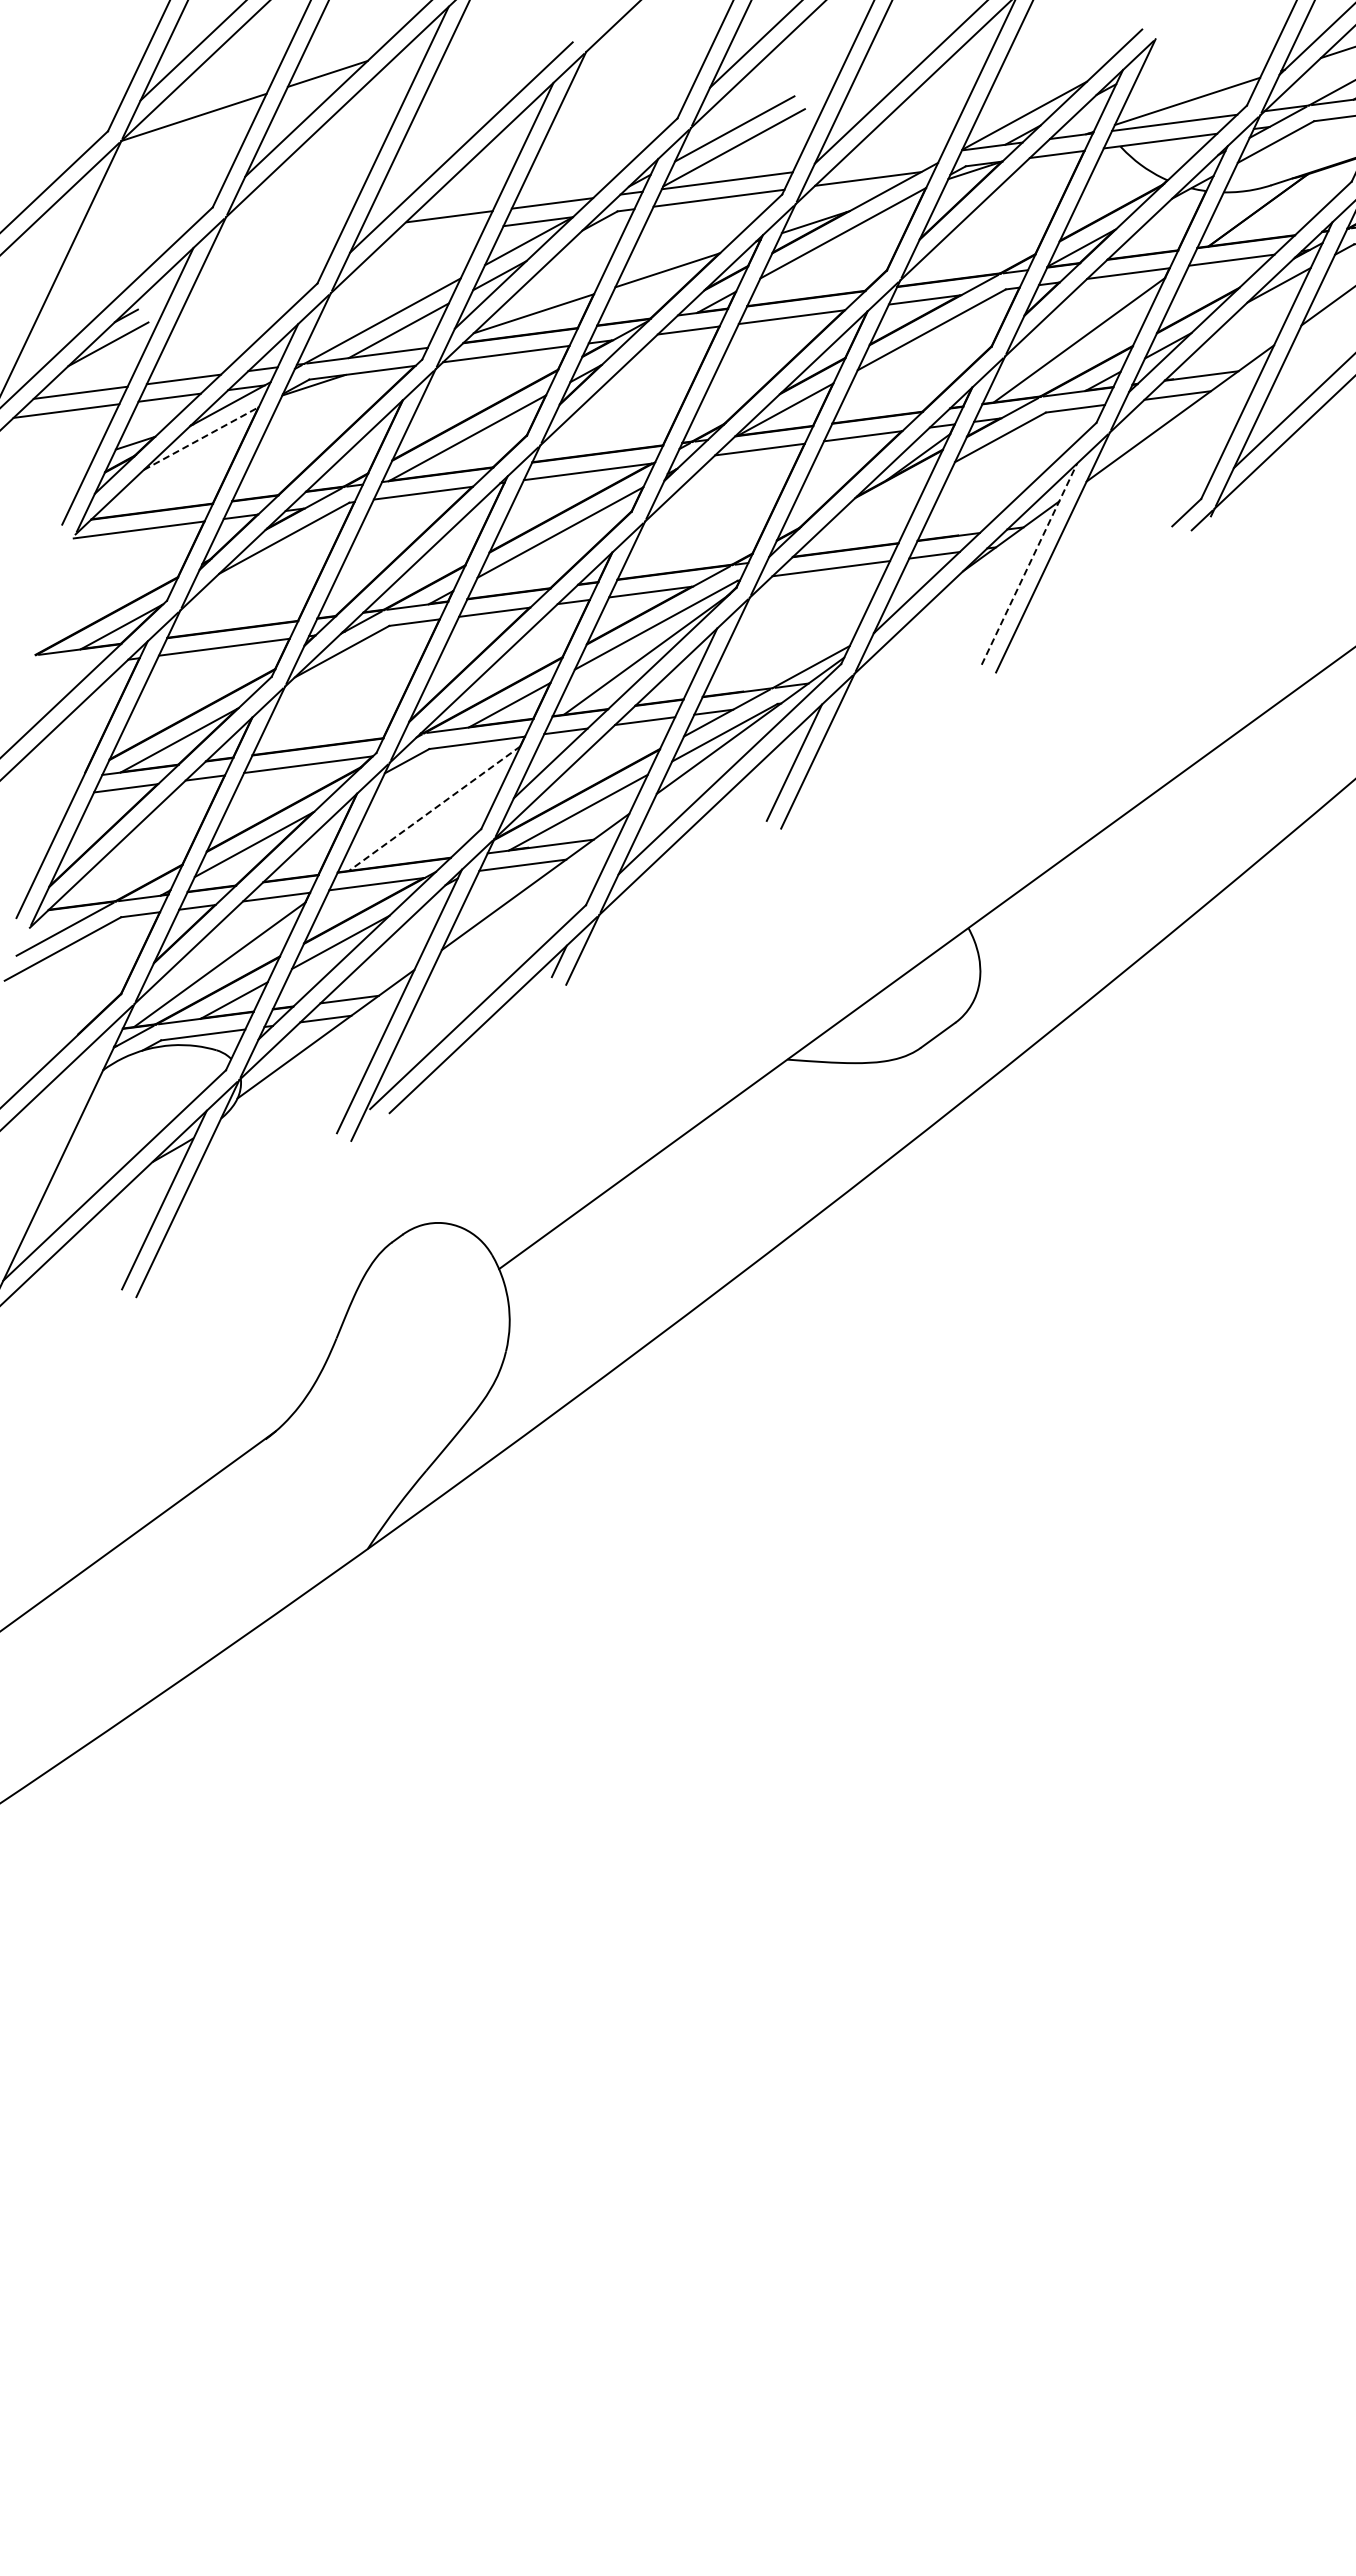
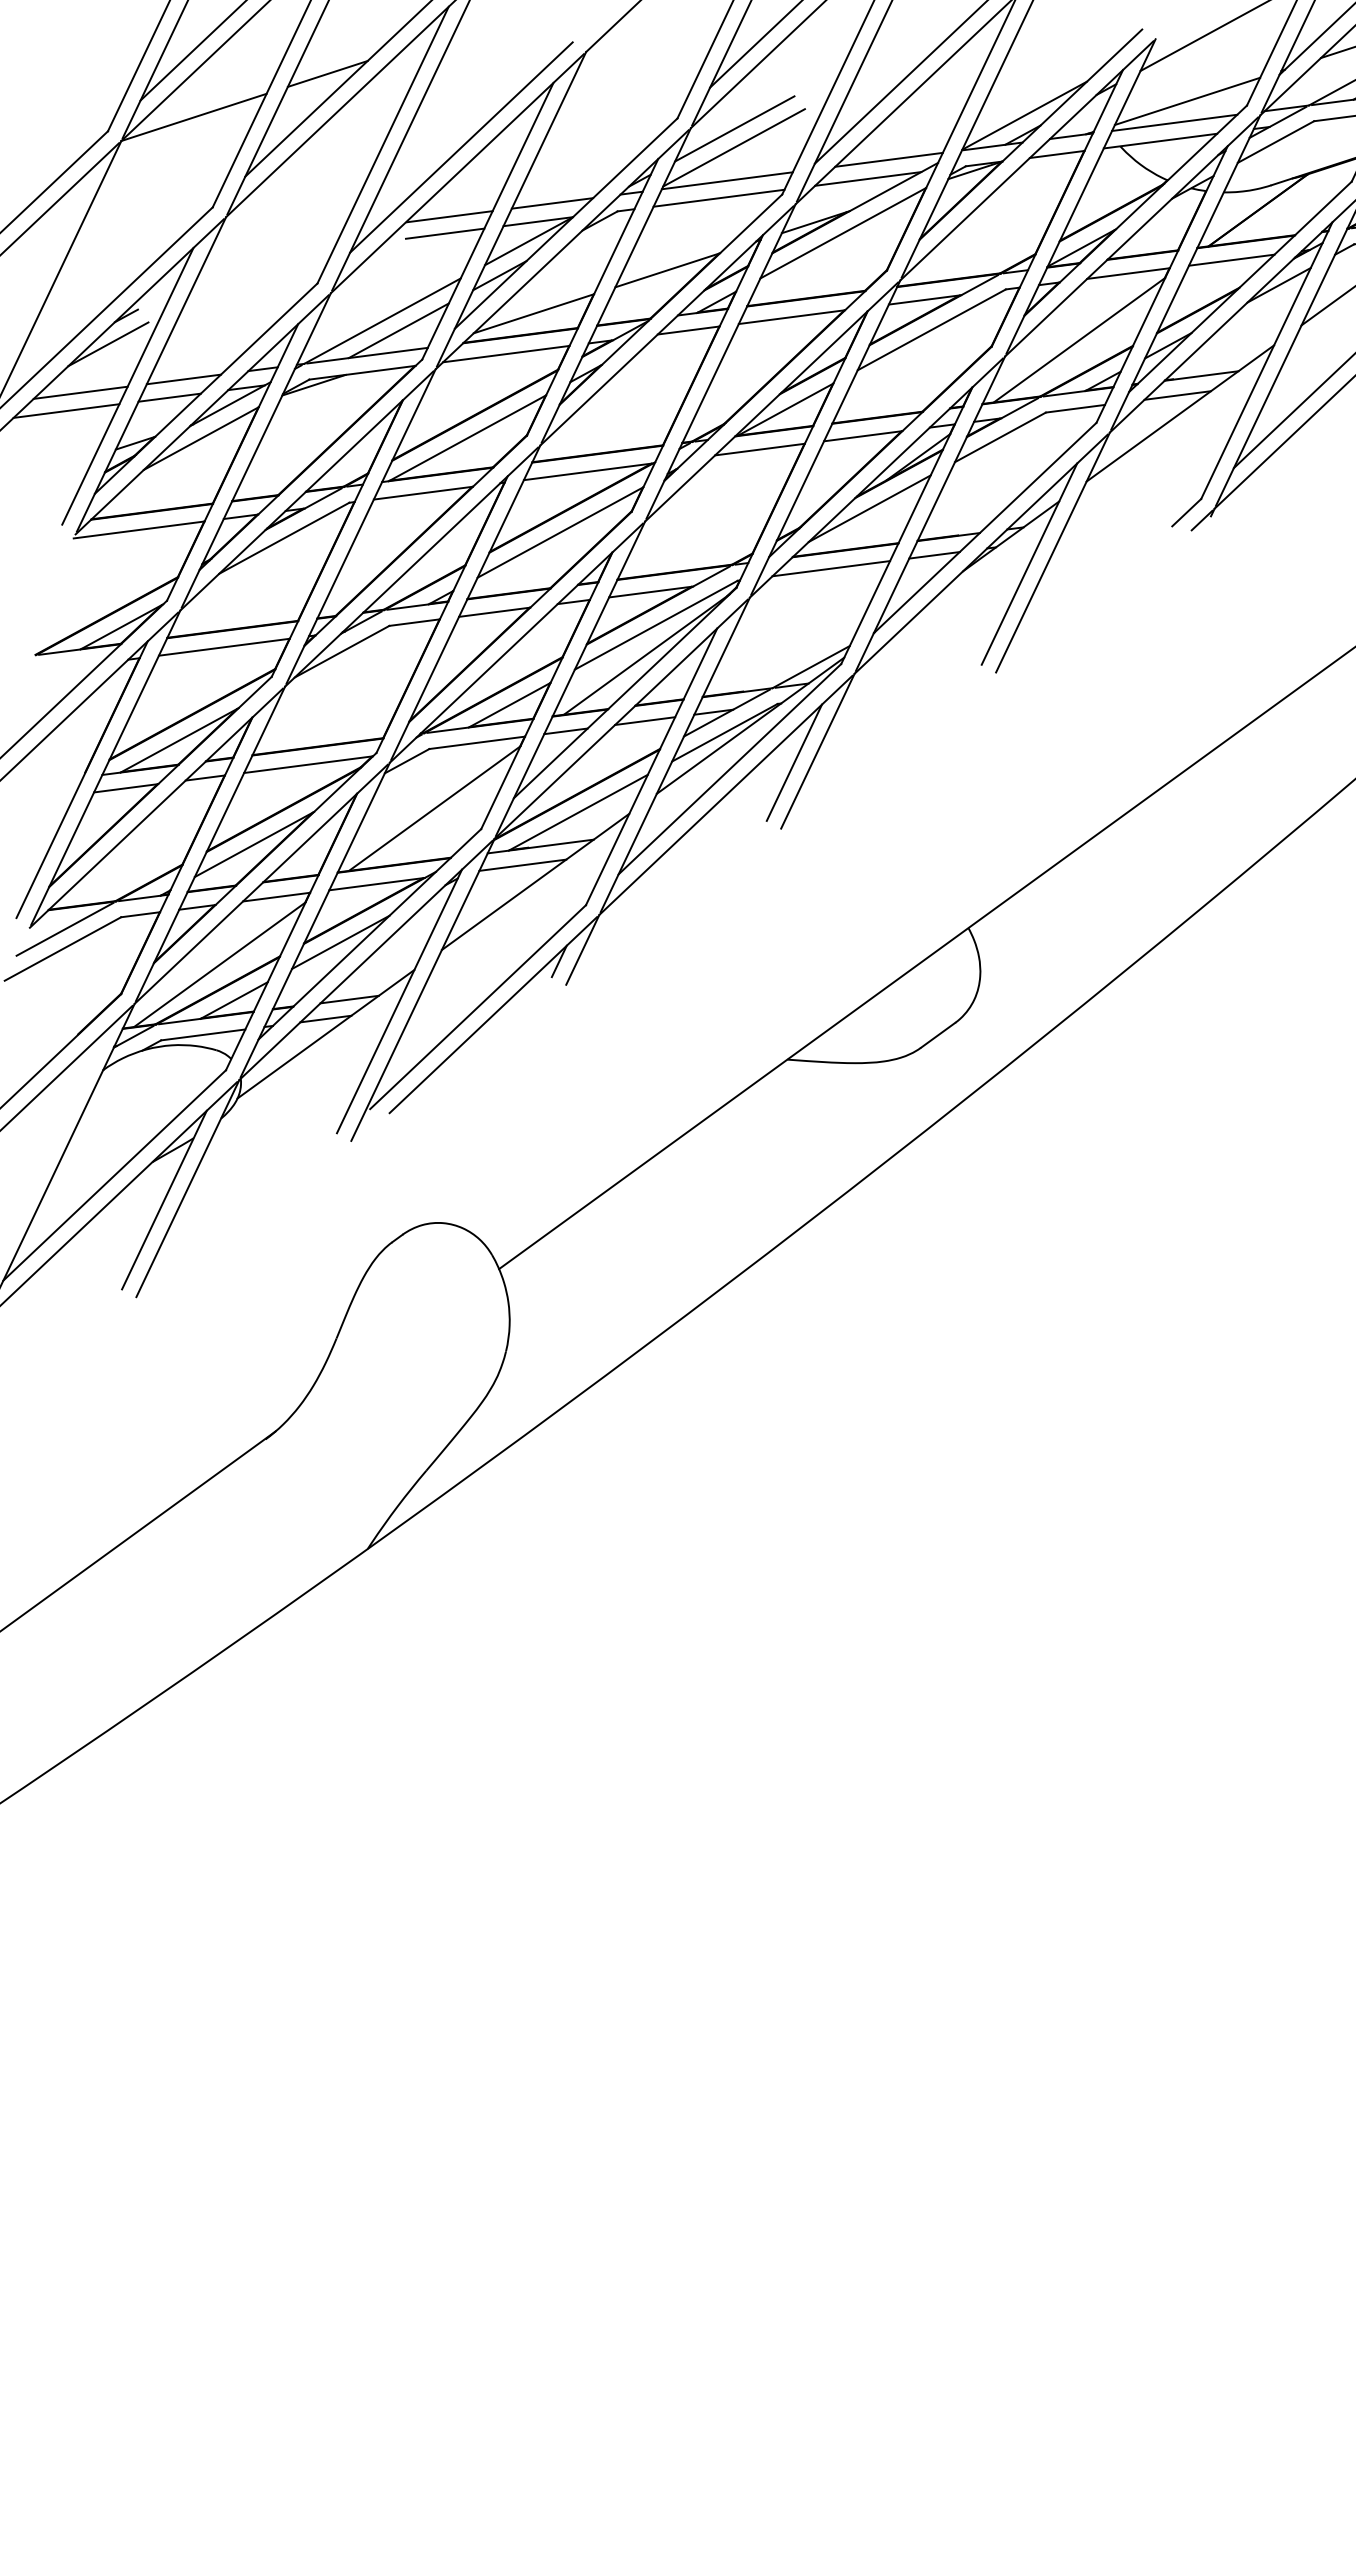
line at (1203, 36): none -> present
line at (888, 159): none -> present
line at (444, 233): none -> present
line at (201, 438): dashed -> solid
line at (869, 508): none -> present
line at (1029, 563): dashed -> solid
line at (434, 808): dashed -> solid
